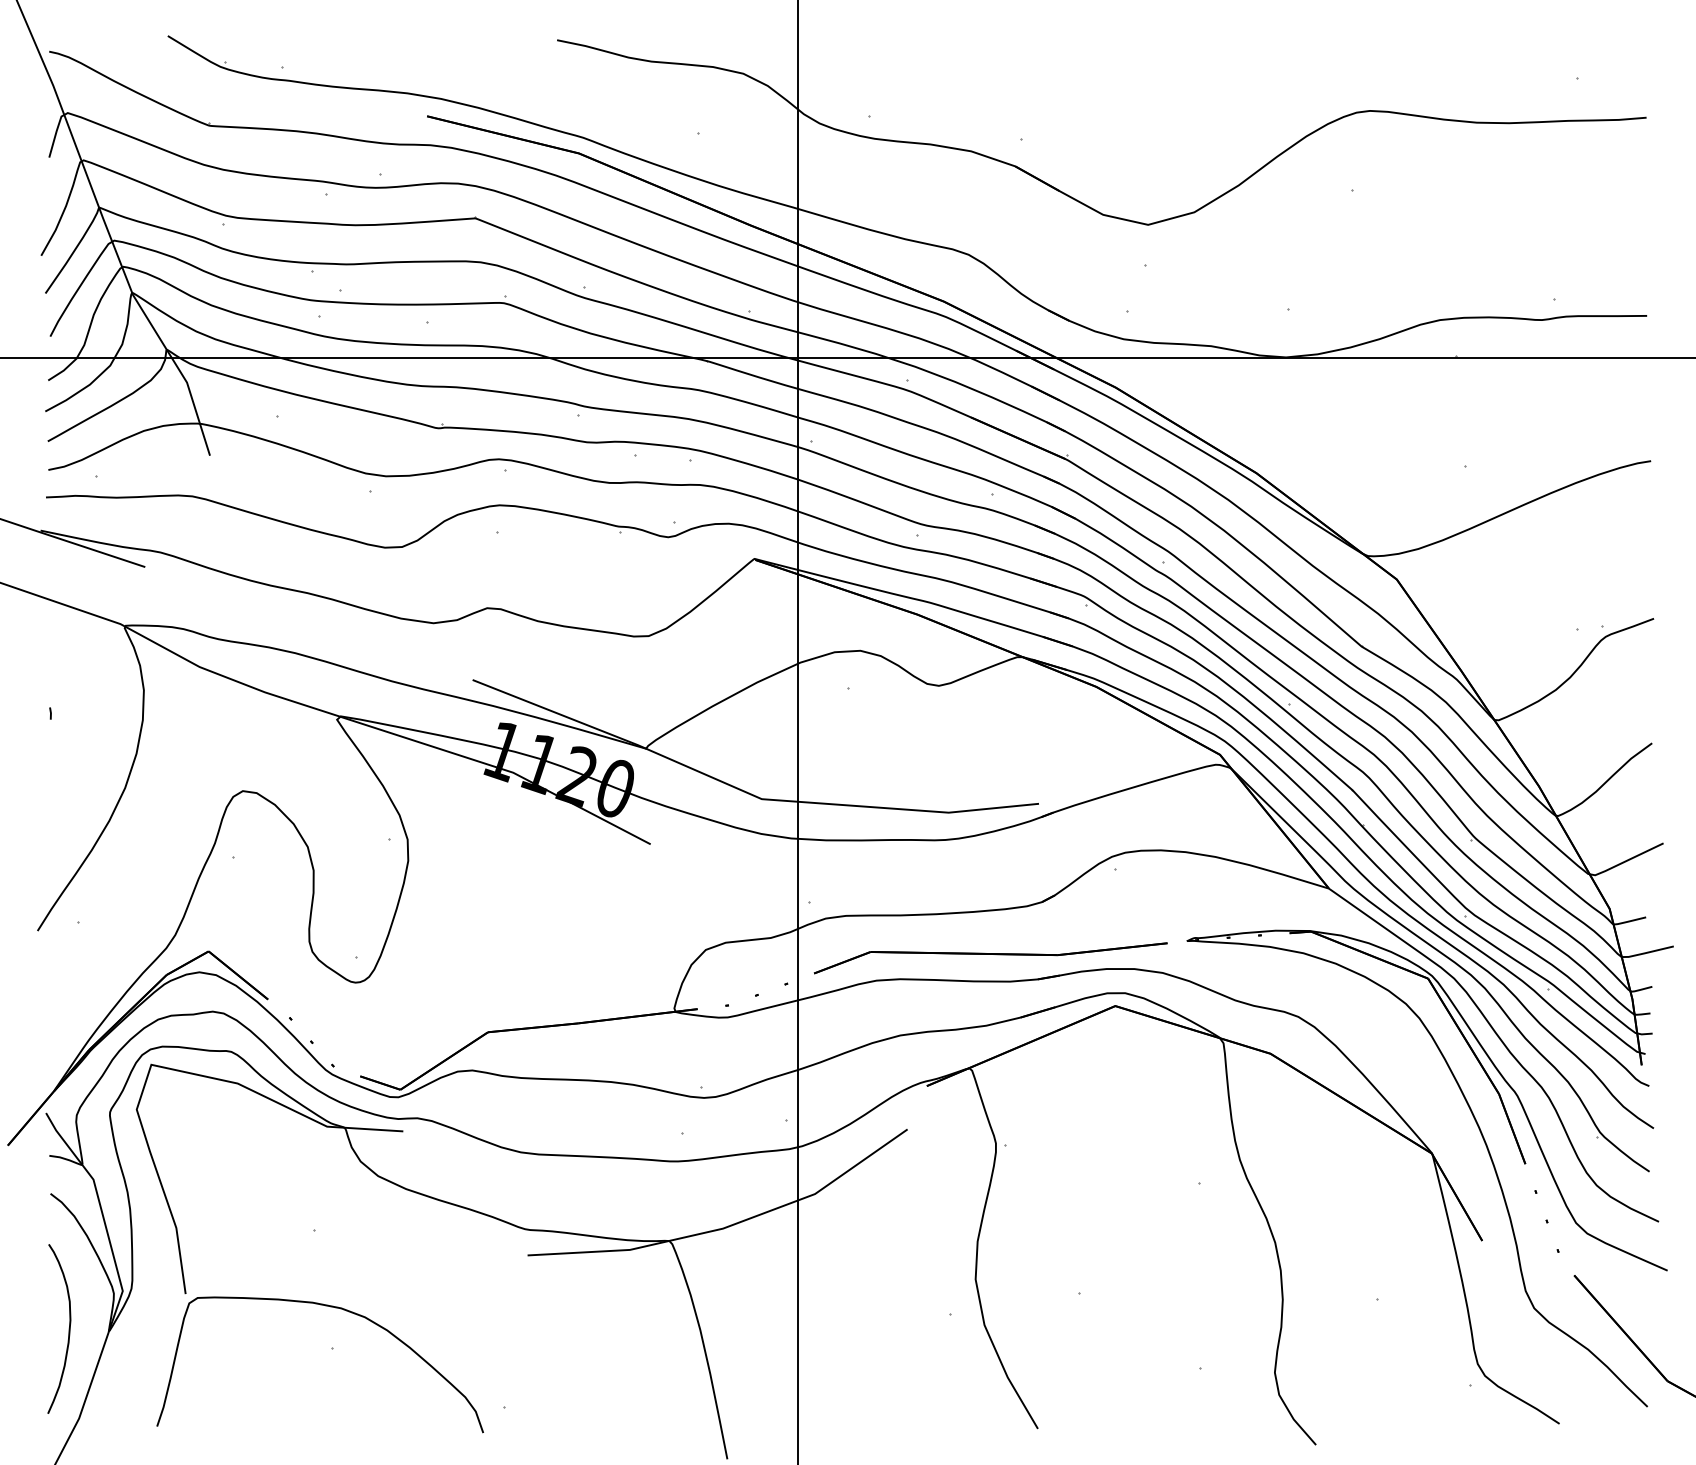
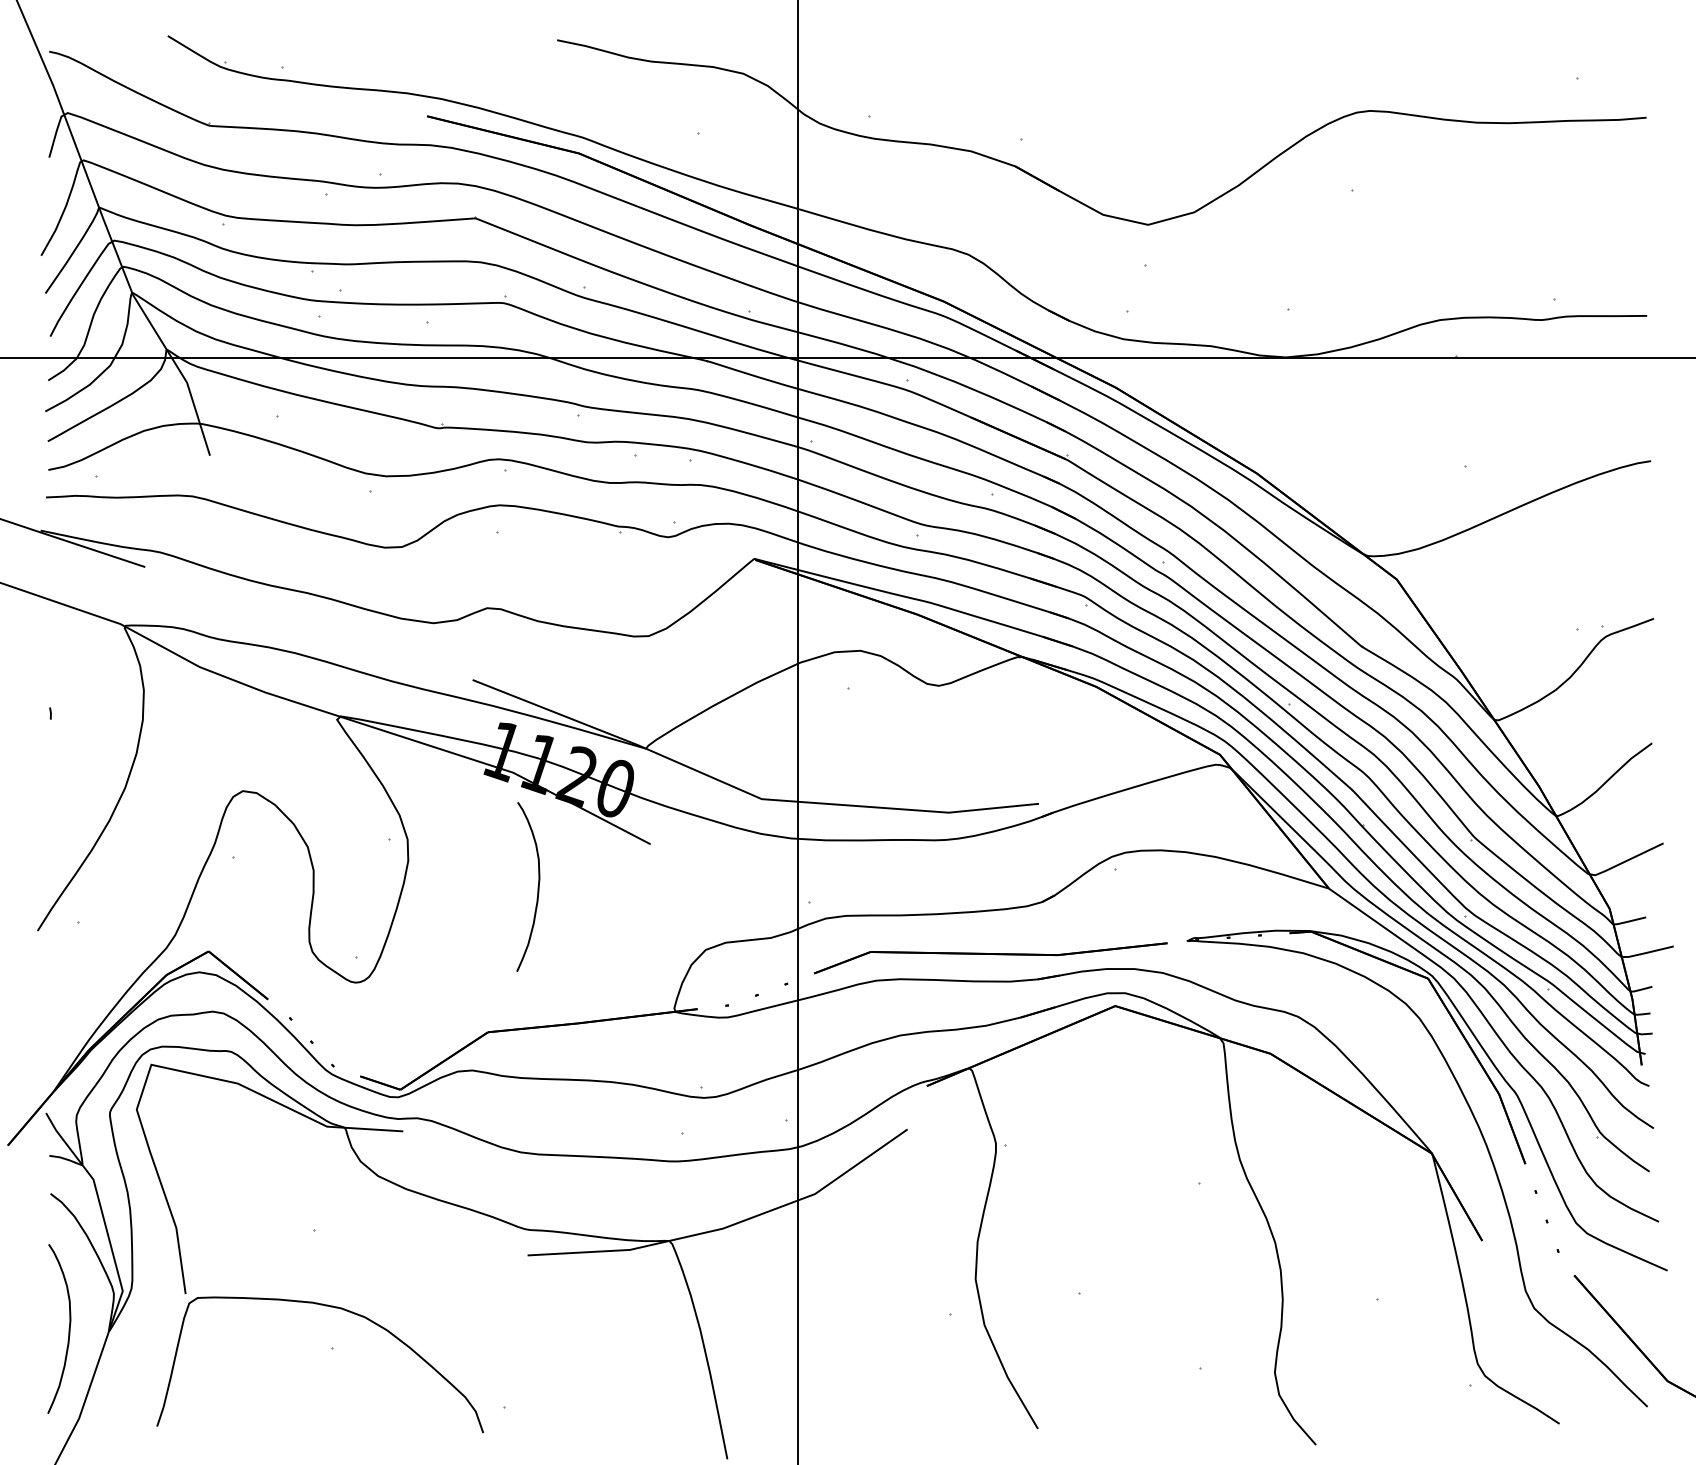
curve at (537, 886): none -> present
